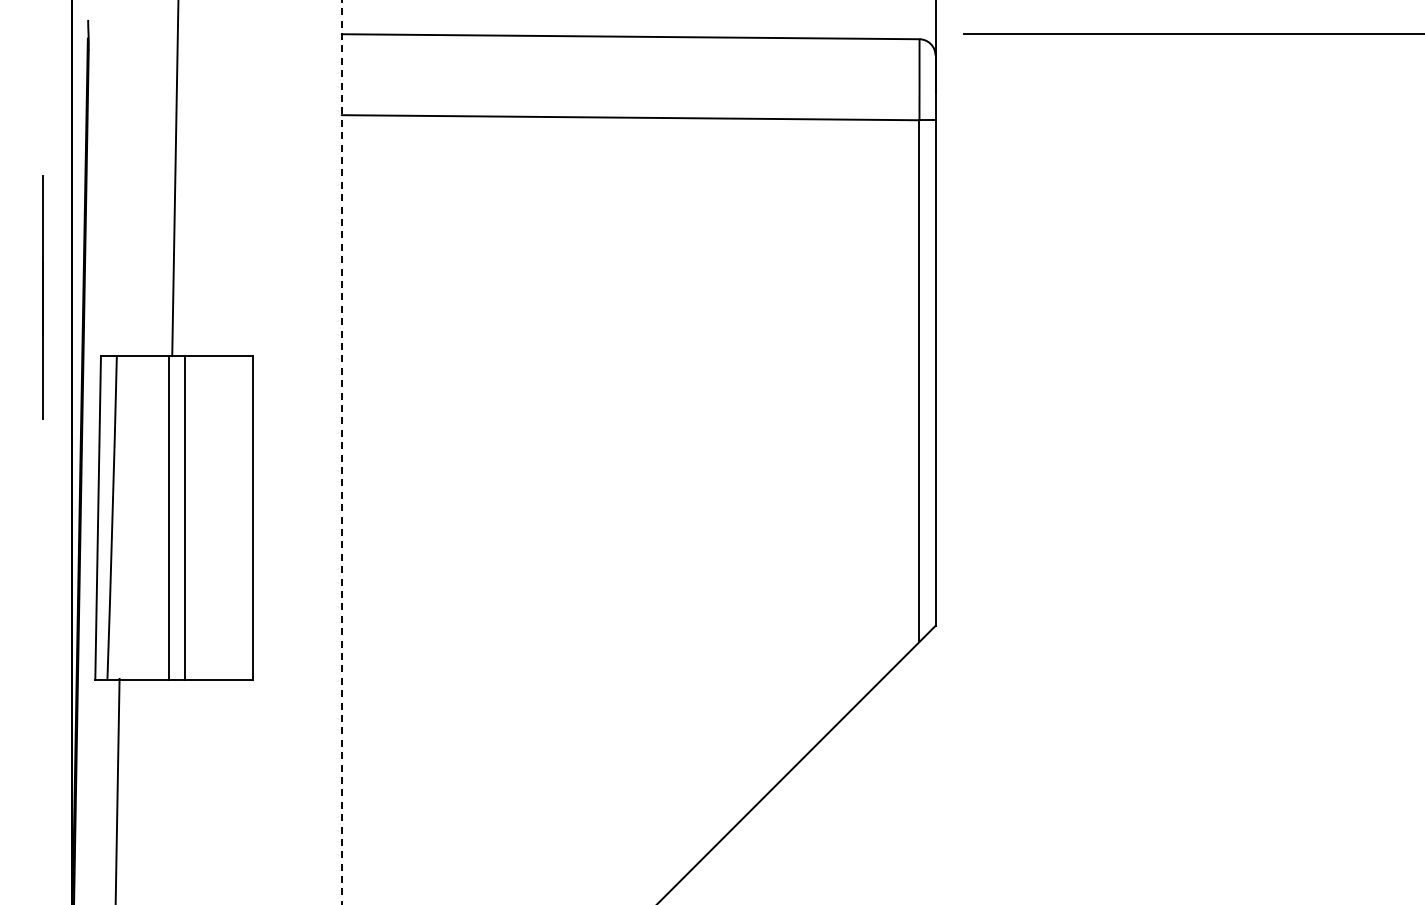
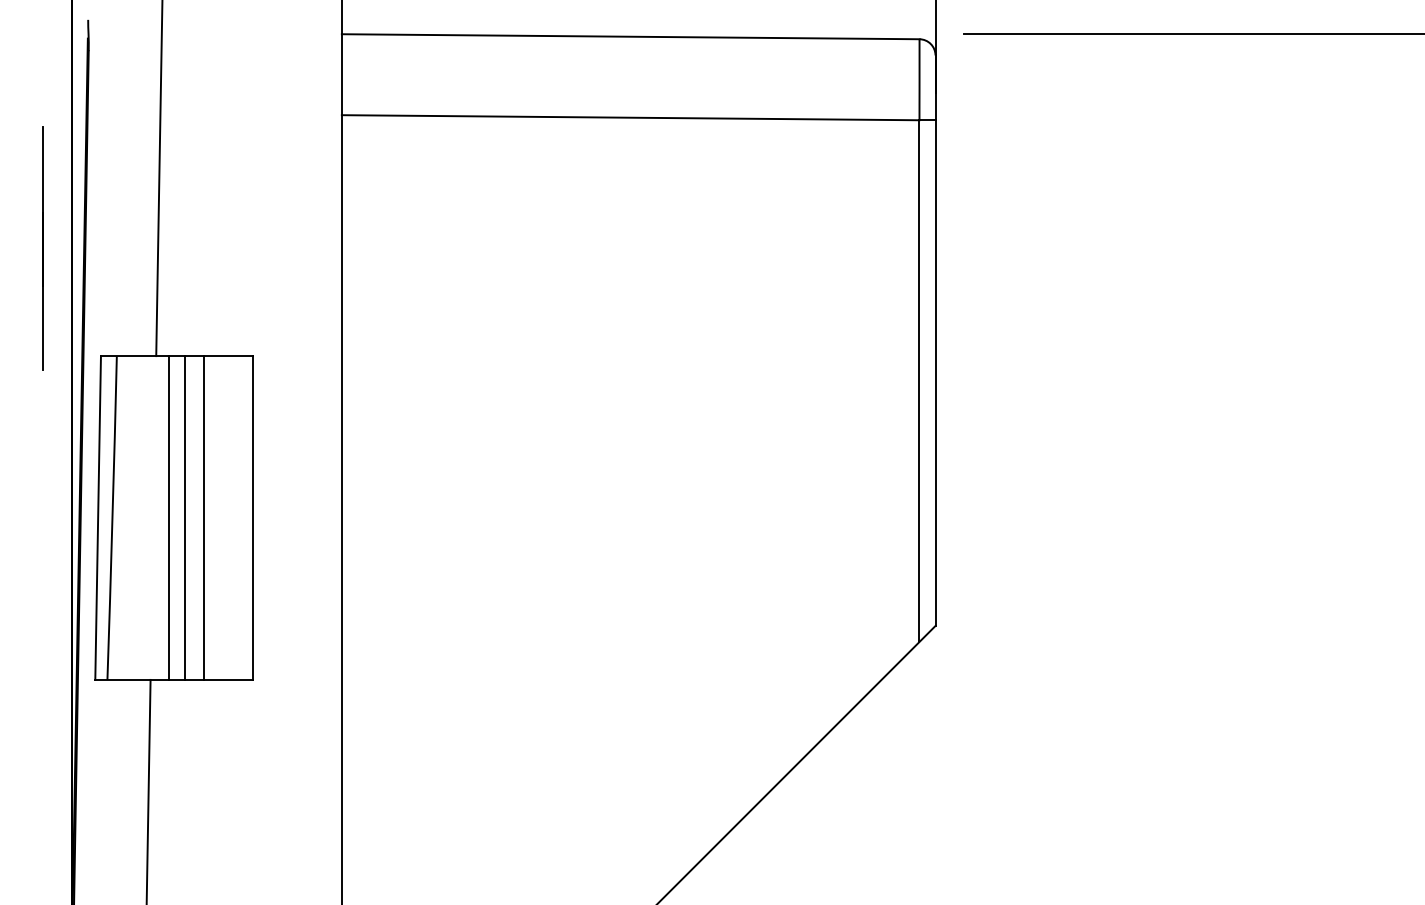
line at (175, 179) position: (175, 179) -> (159, 179)
line at (42, 297) position: (42, 297) -> (42, 248)
line at (341, 452): dashed -> solid
line at (204, 517): none -> present
line at (117, 789) position: (117, 789) -> (148, 790)
